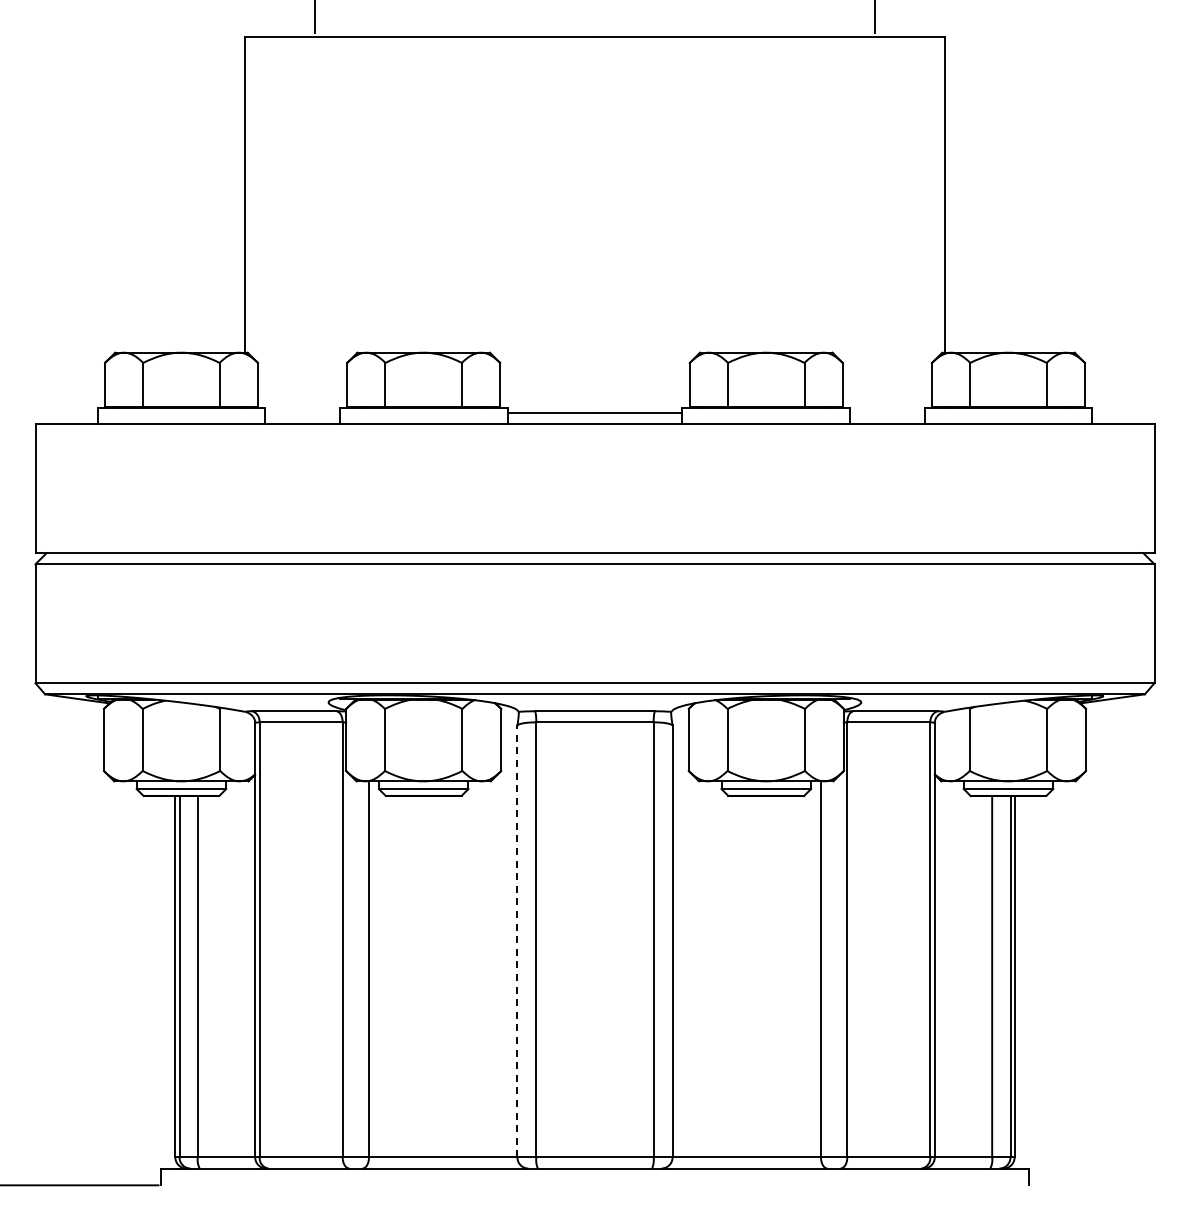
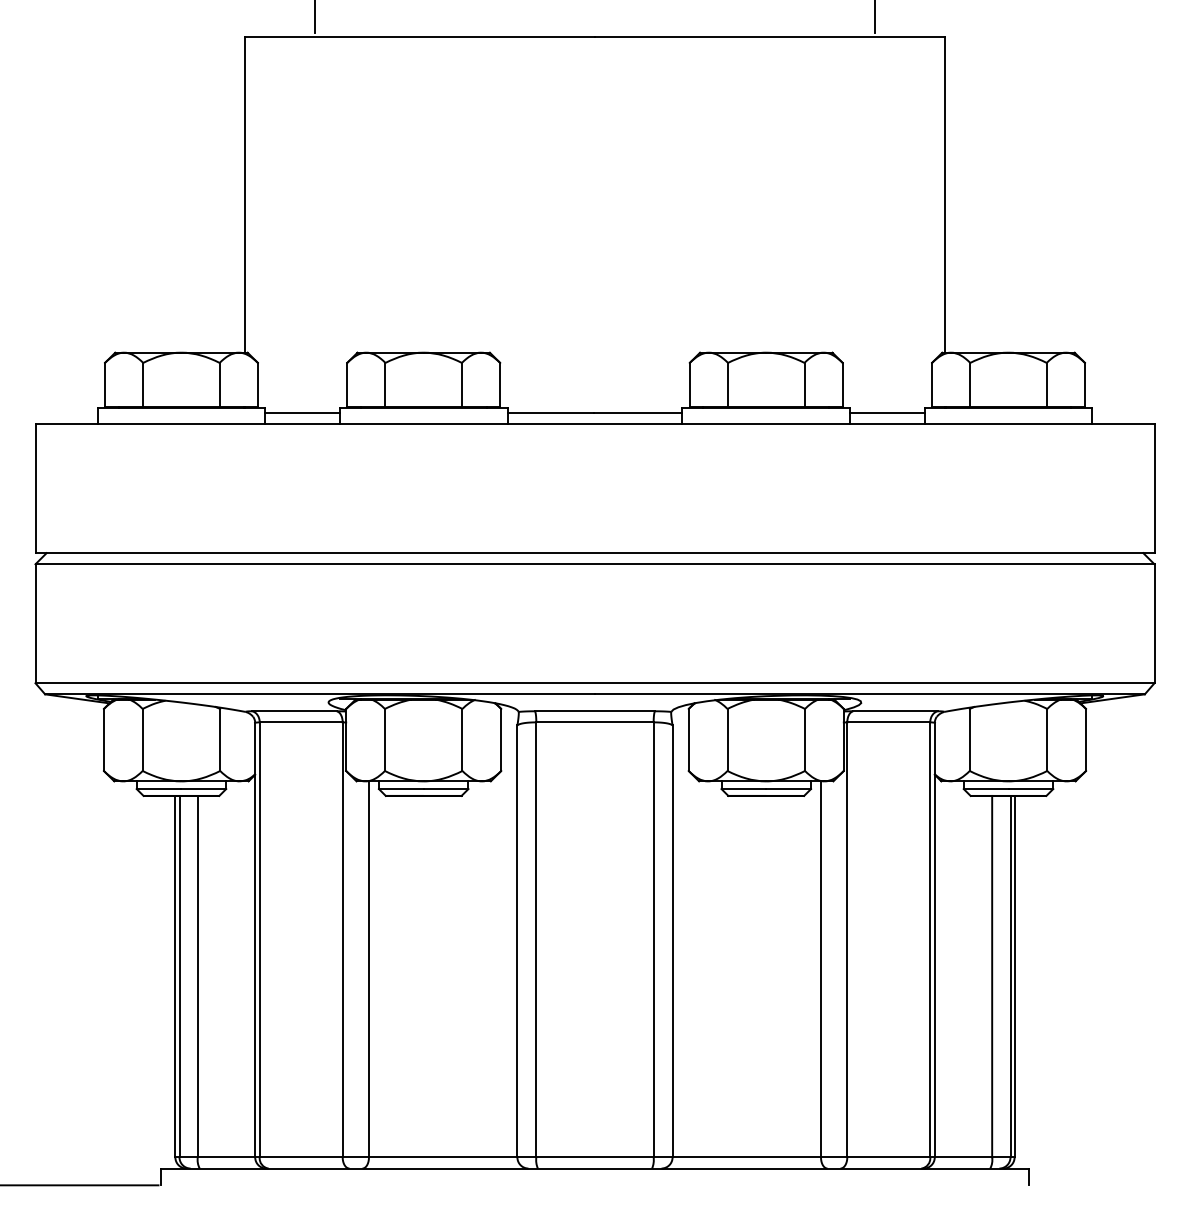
line at (302, 413): none -> present
line at (887, 413): none -> present
line at (517, 941): dashed -> solid
